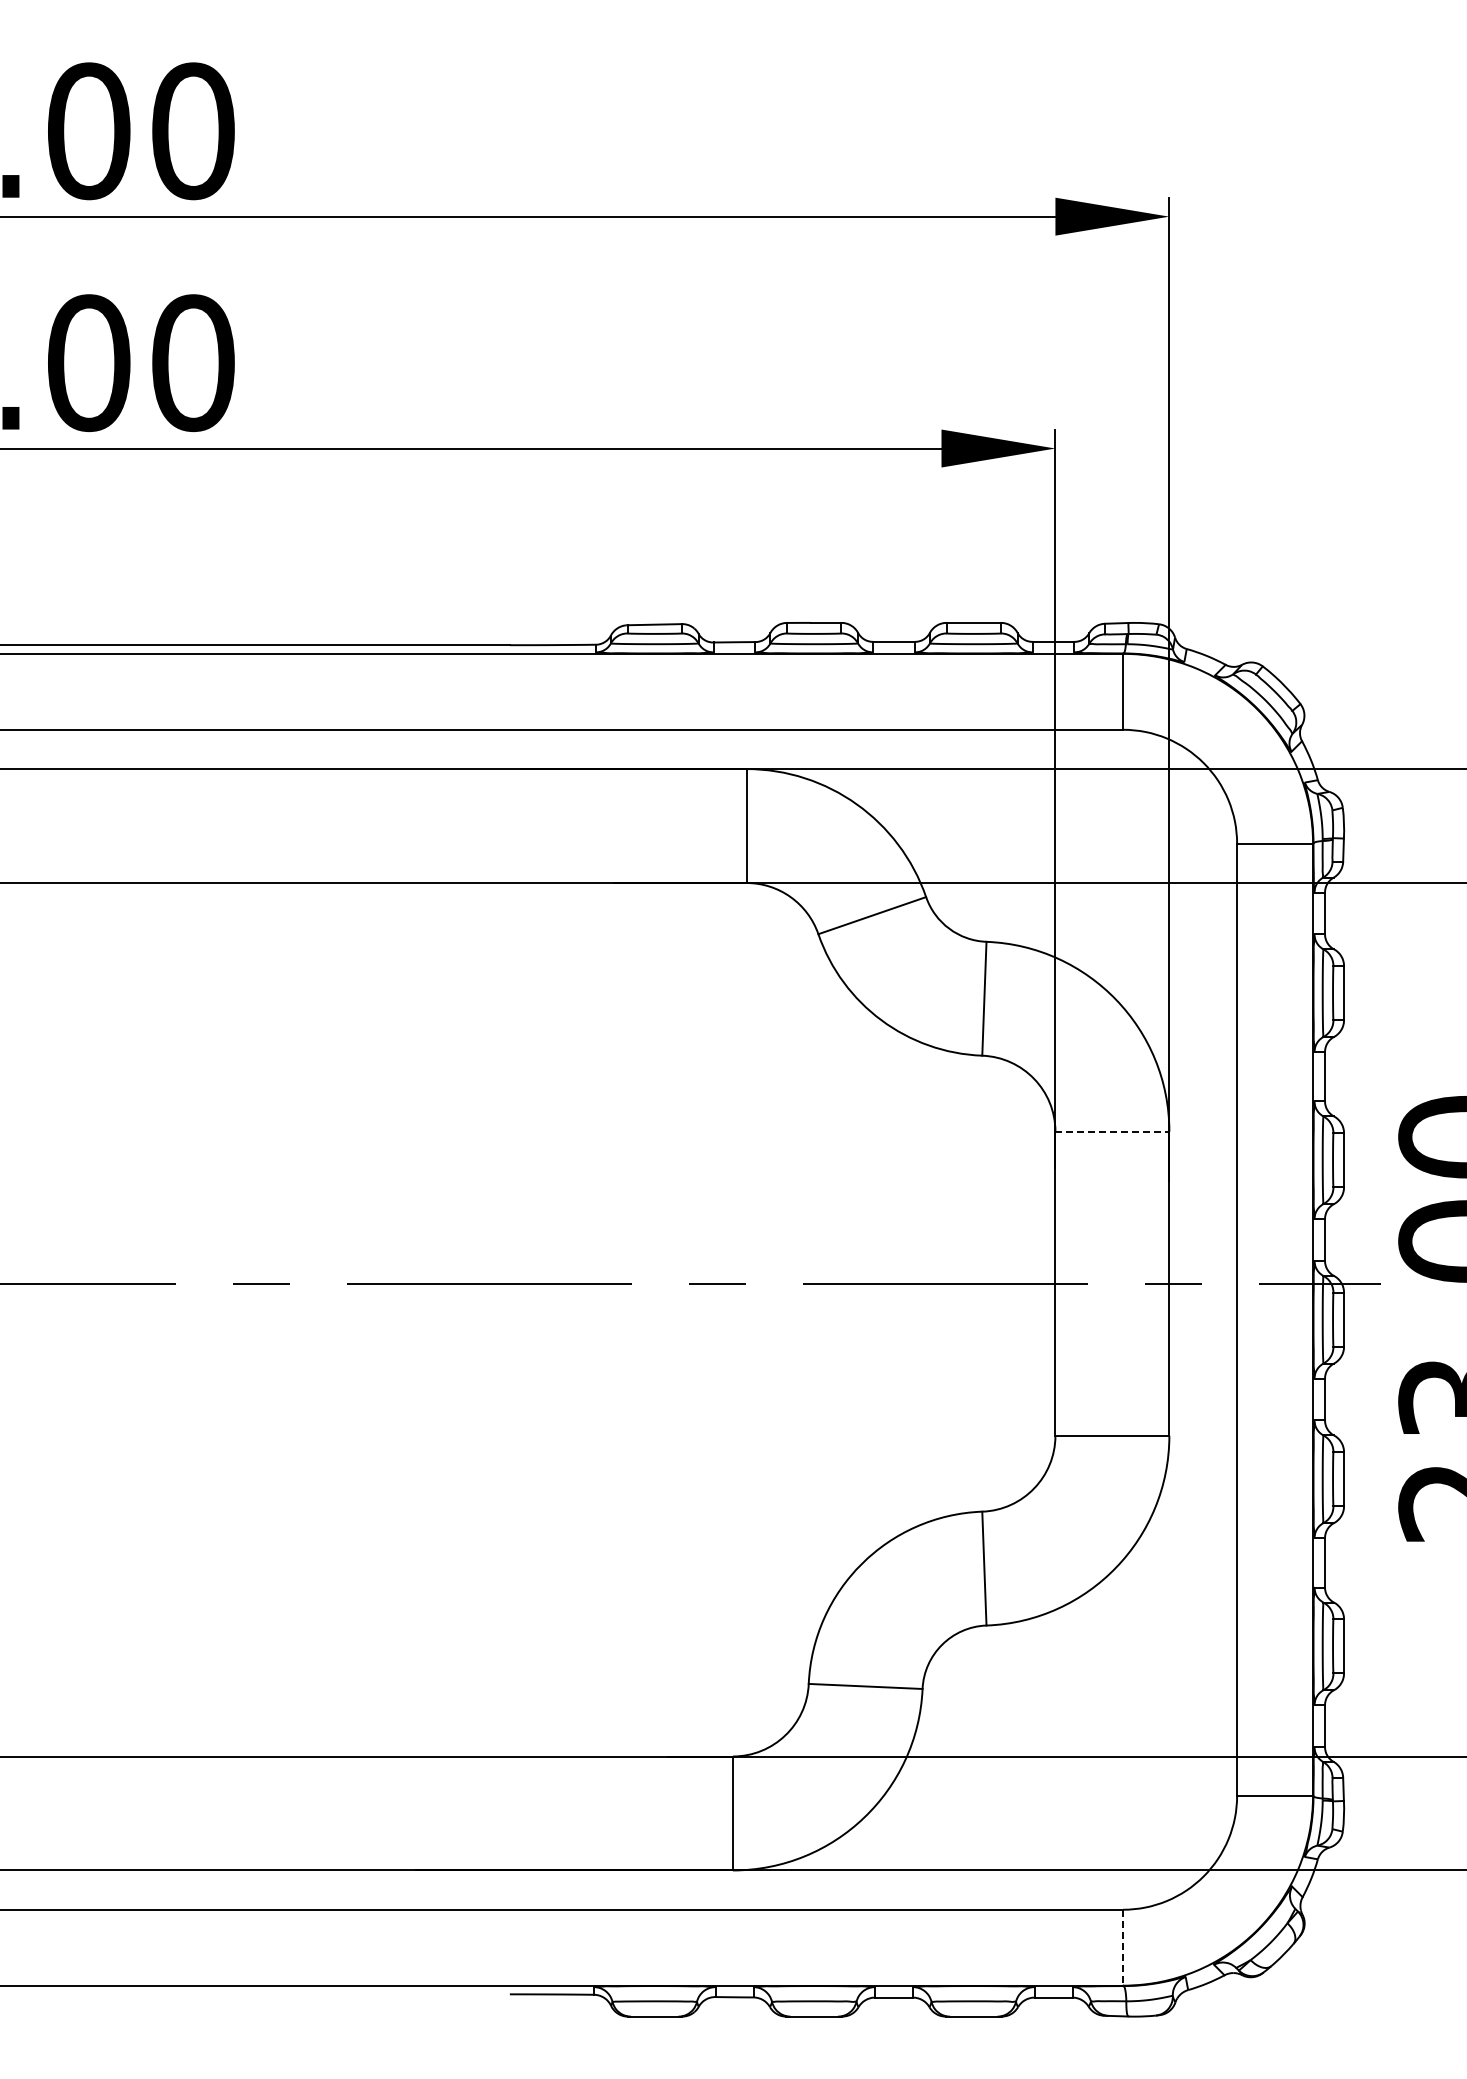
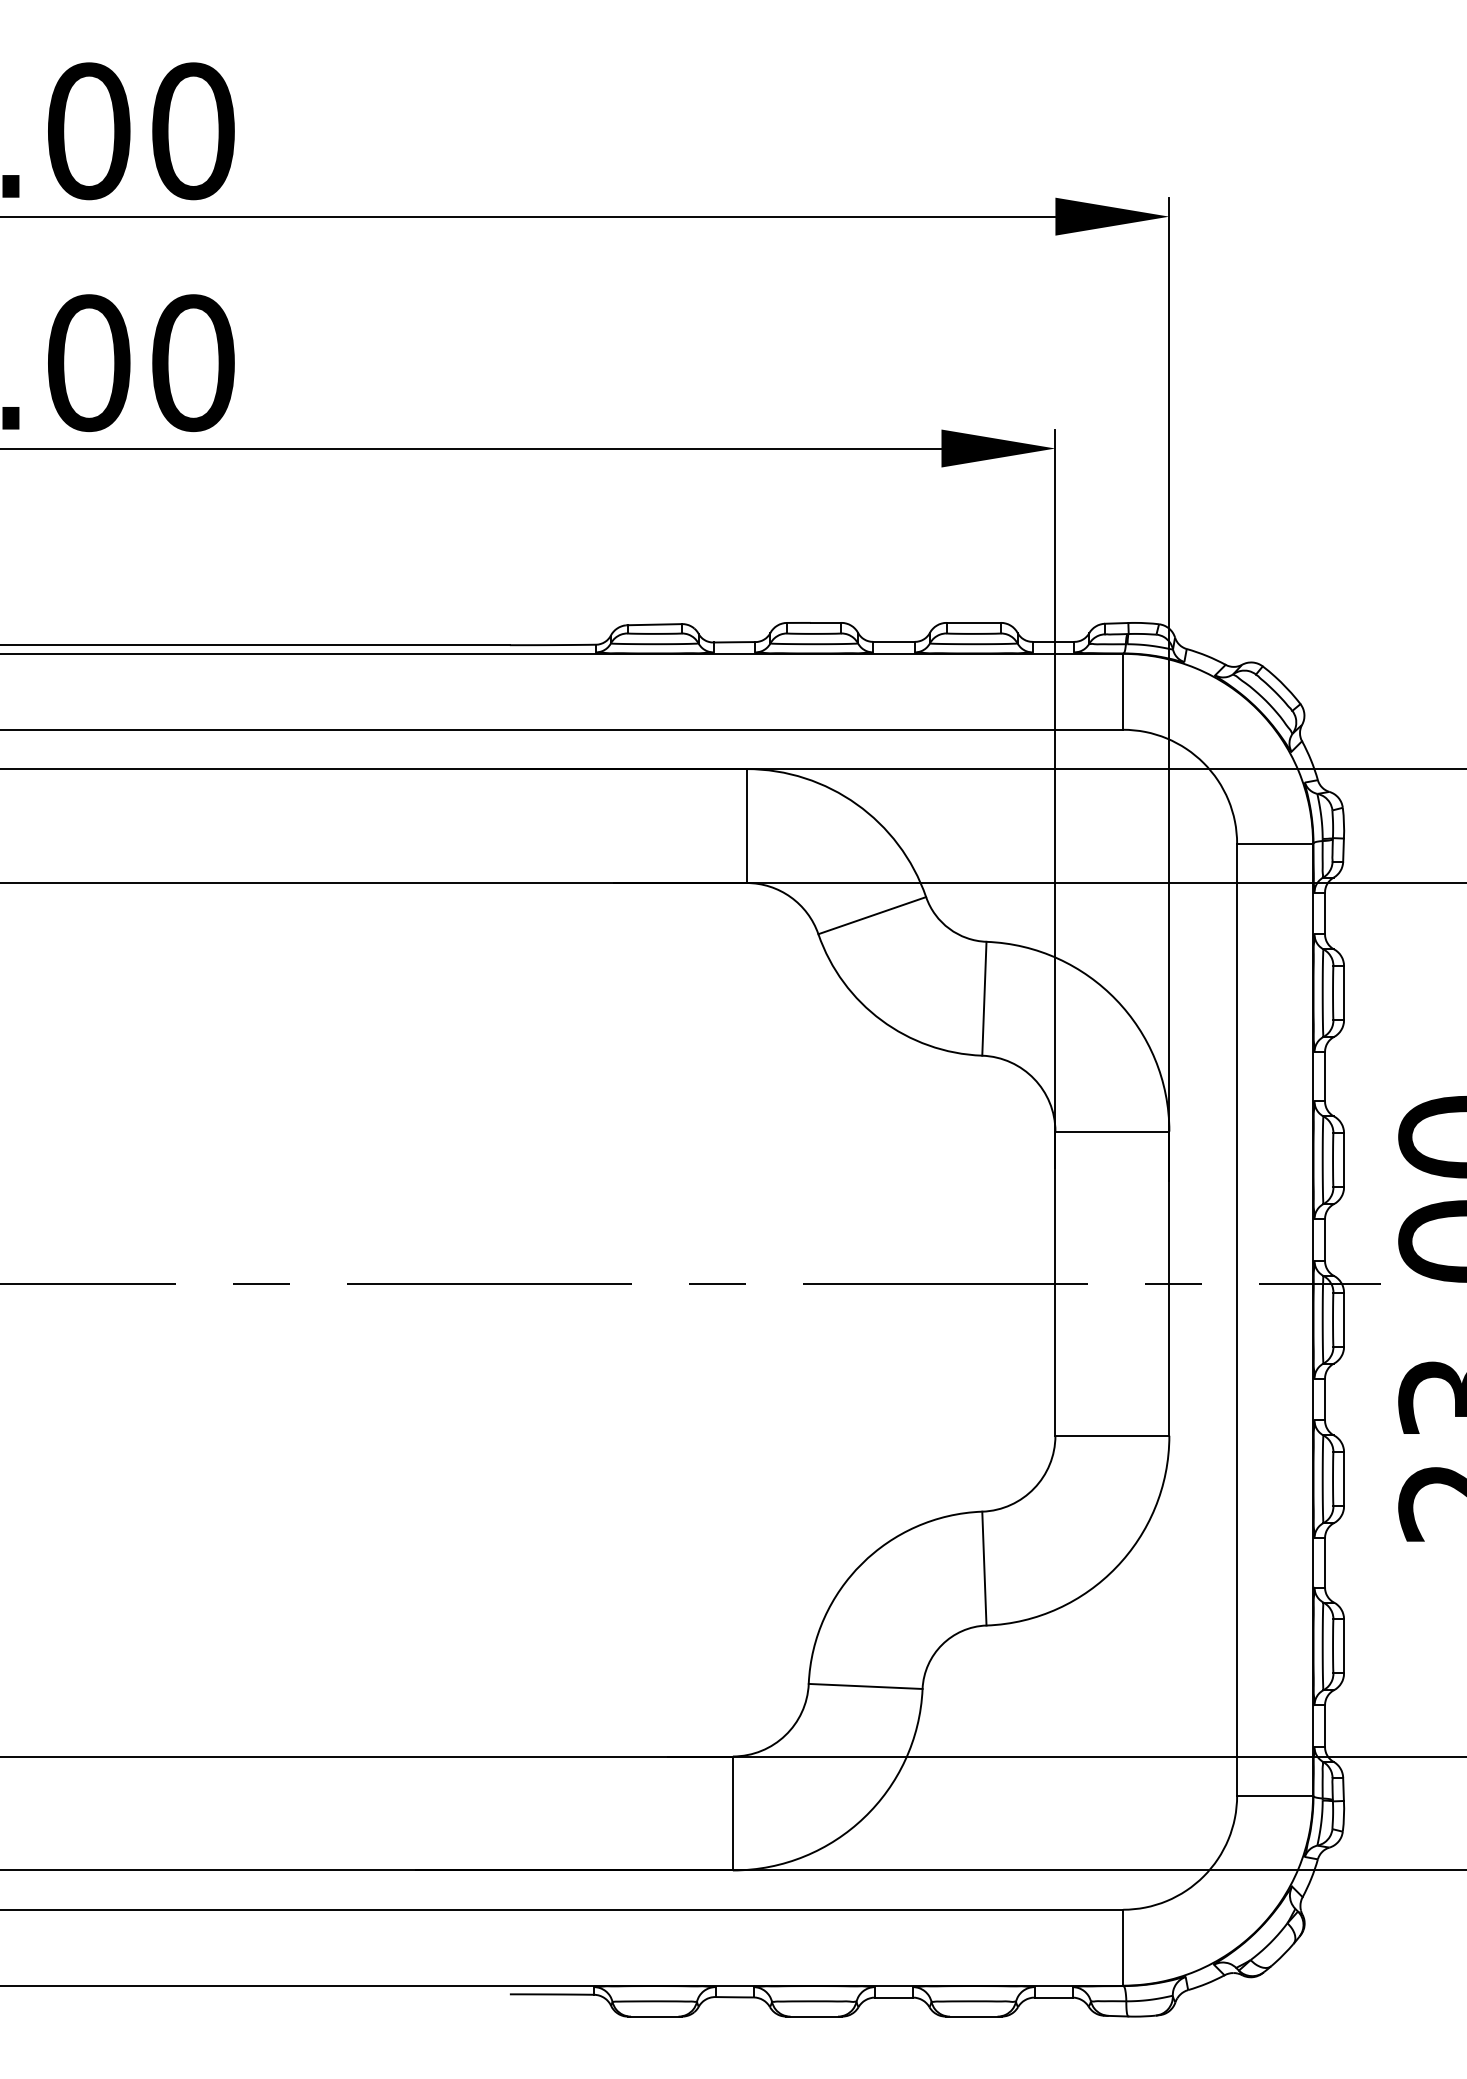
line at (1112, 1131): dashed -> solid
line at (1123, 1947): dashed -> solid
